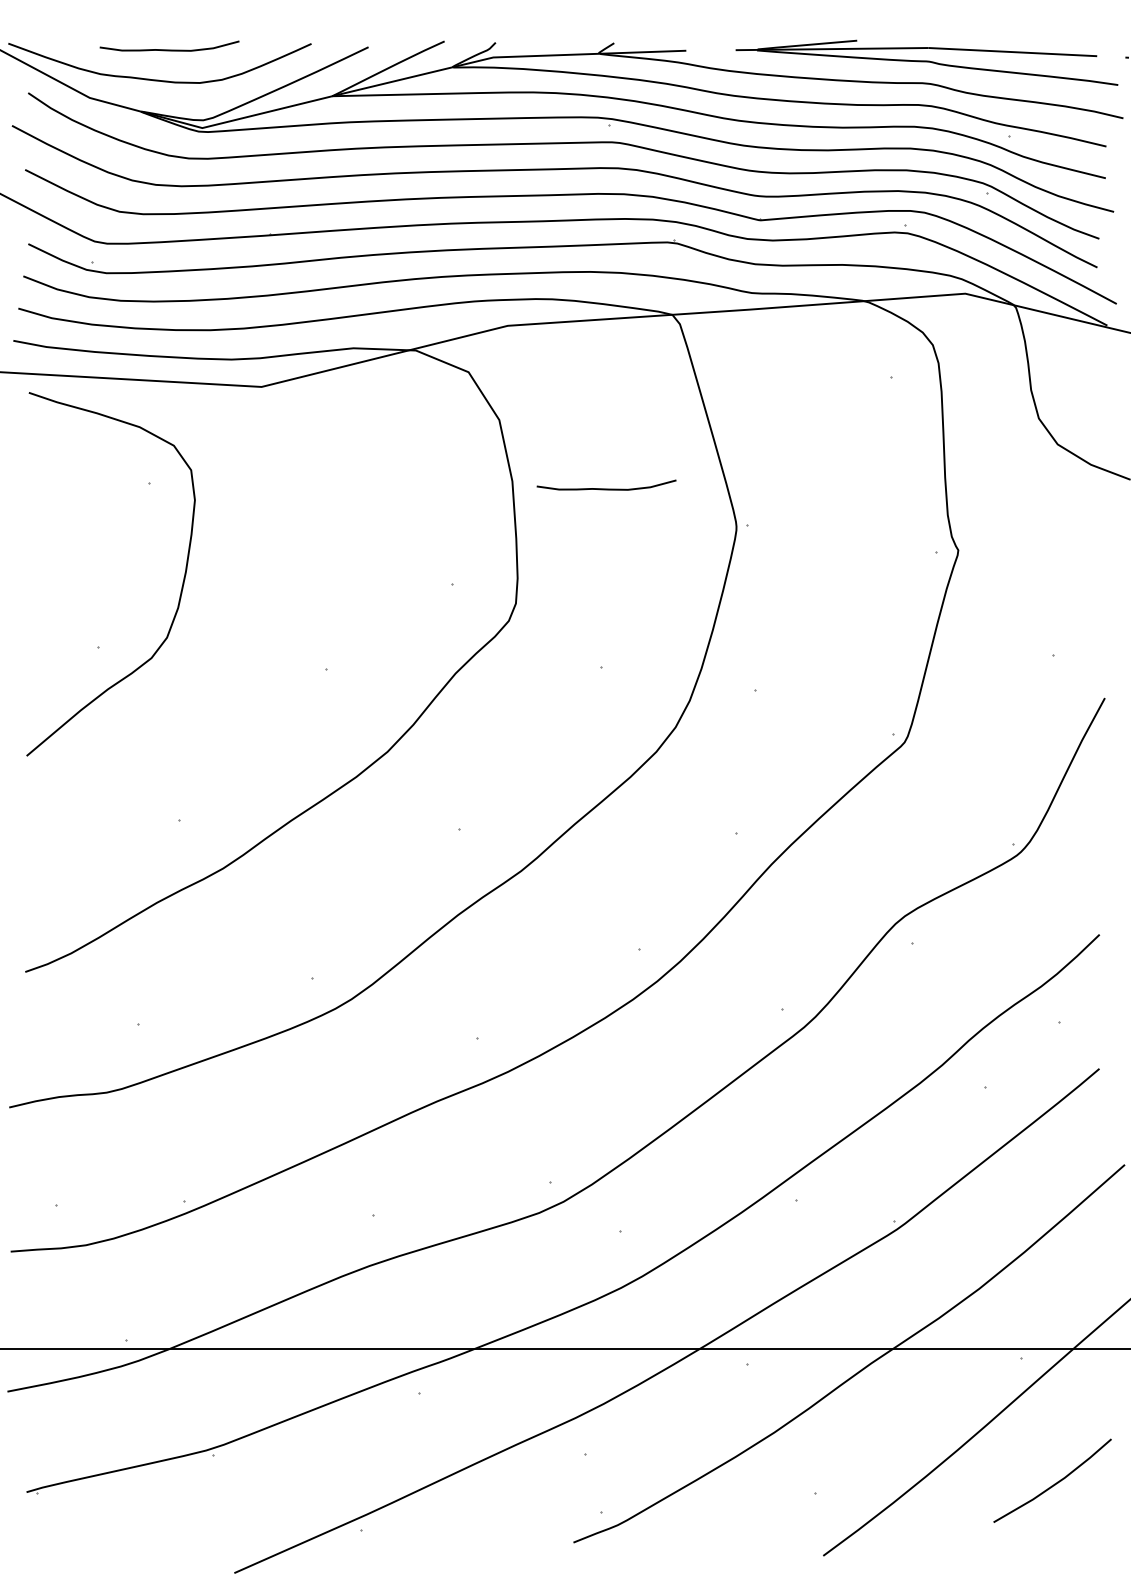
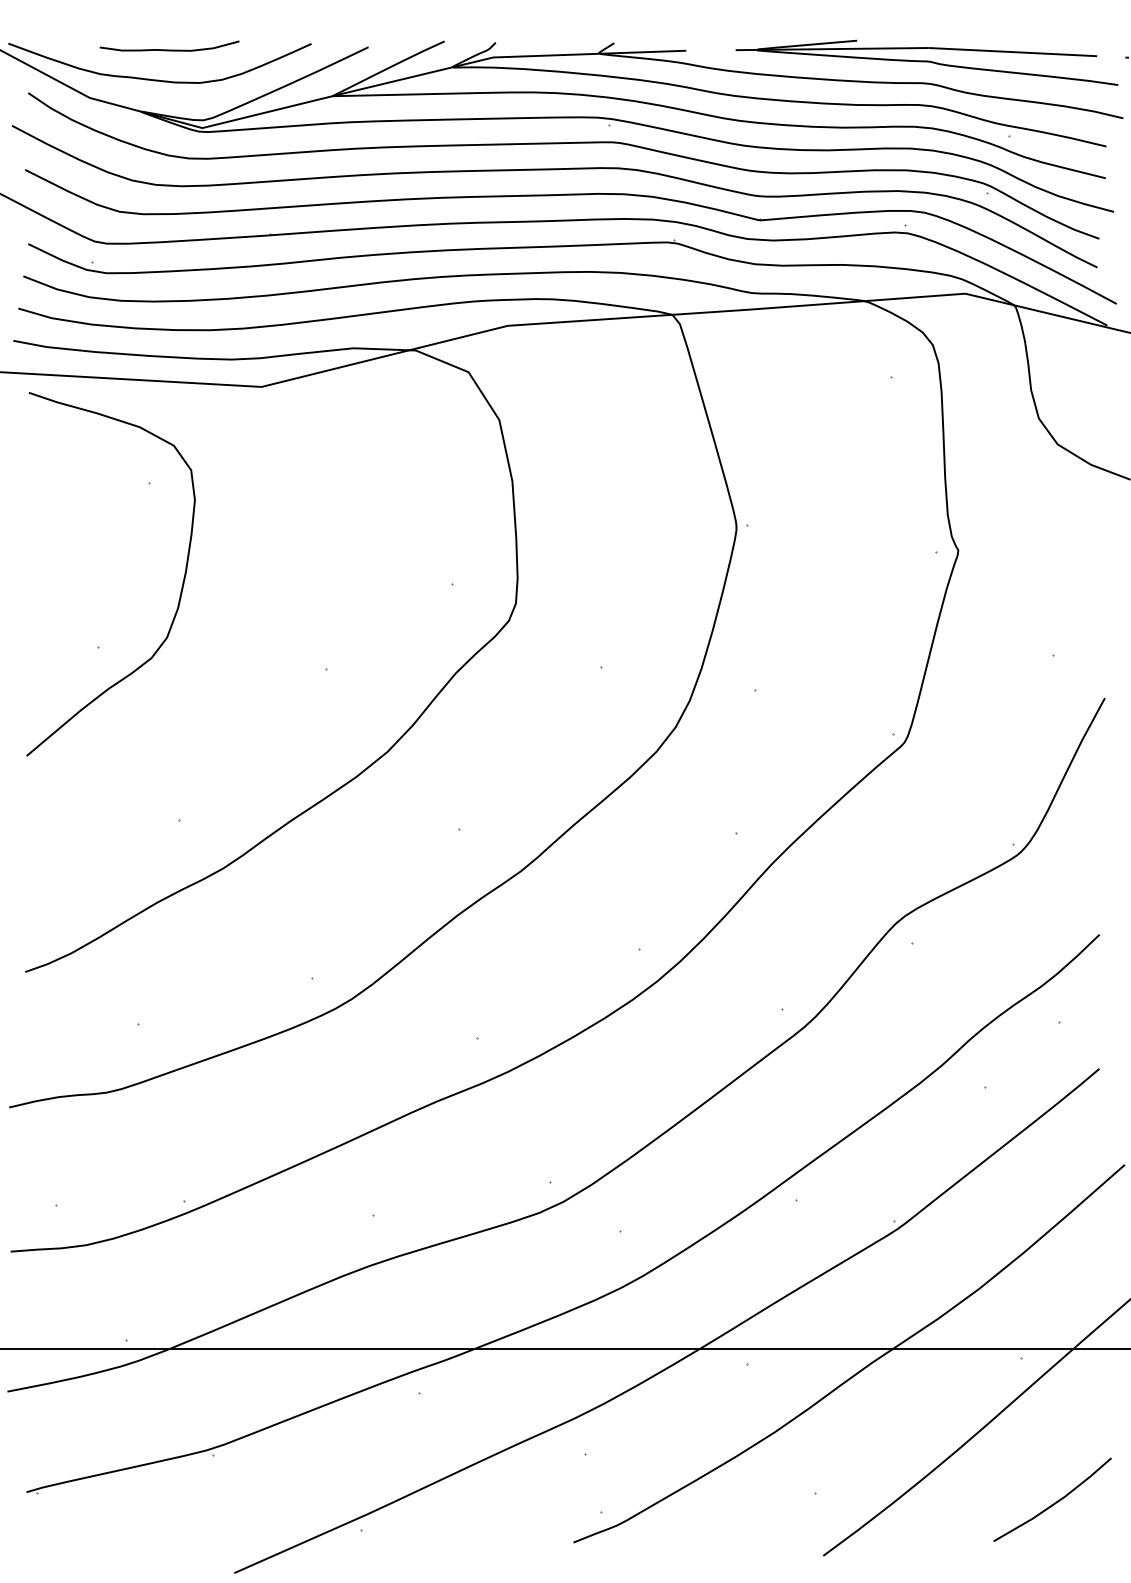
curve at (606, 488): present -> none
line at (1054, 1483) position: (1054, 1483) -> (1054, 1502)
